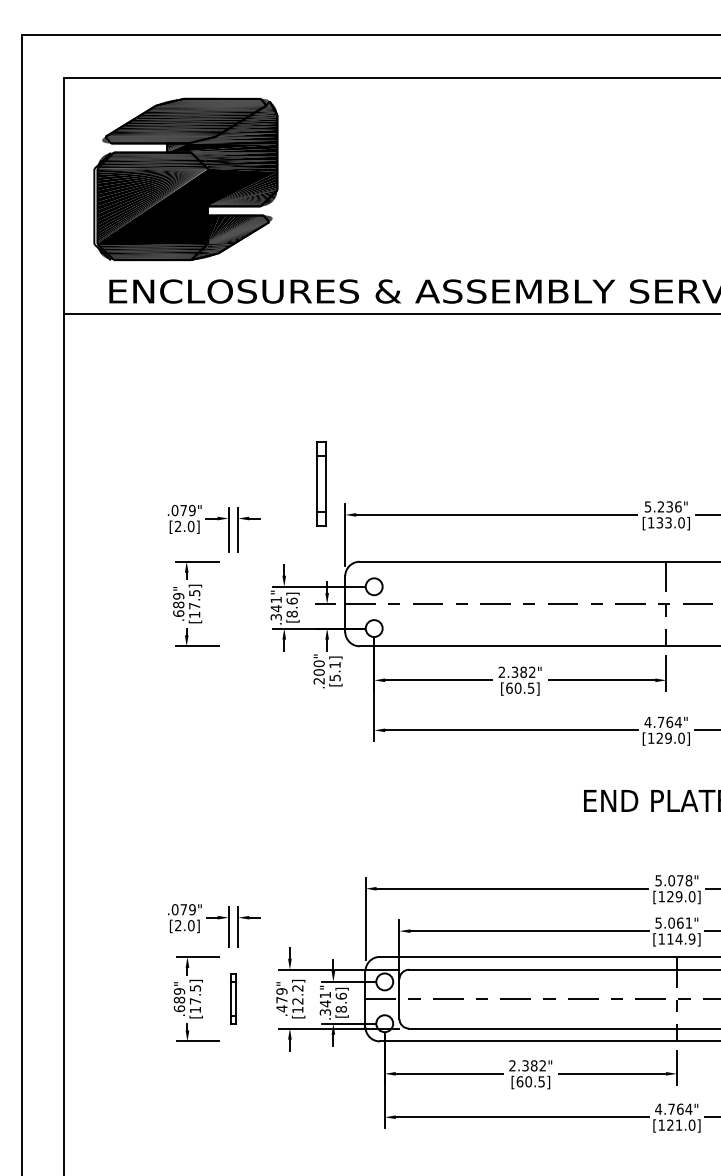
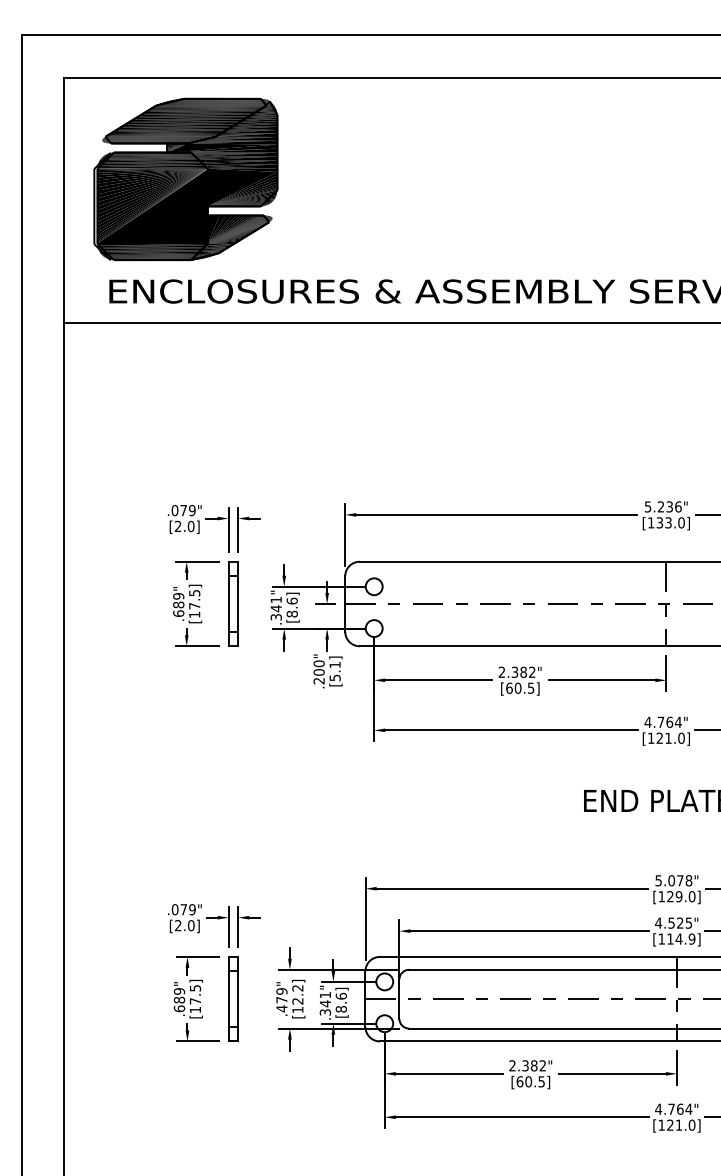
line at (390, 314) position: (390, 314) -> (390, 323)
part at (321, 483) position: (321, 483) -> (233, 603)
text at (668, 737): [129.0] -> [121.0]
text at (673, 922): 5.061" -> 4.525"
part at (233, 998) size: 7x52 px -> 11x86 px
